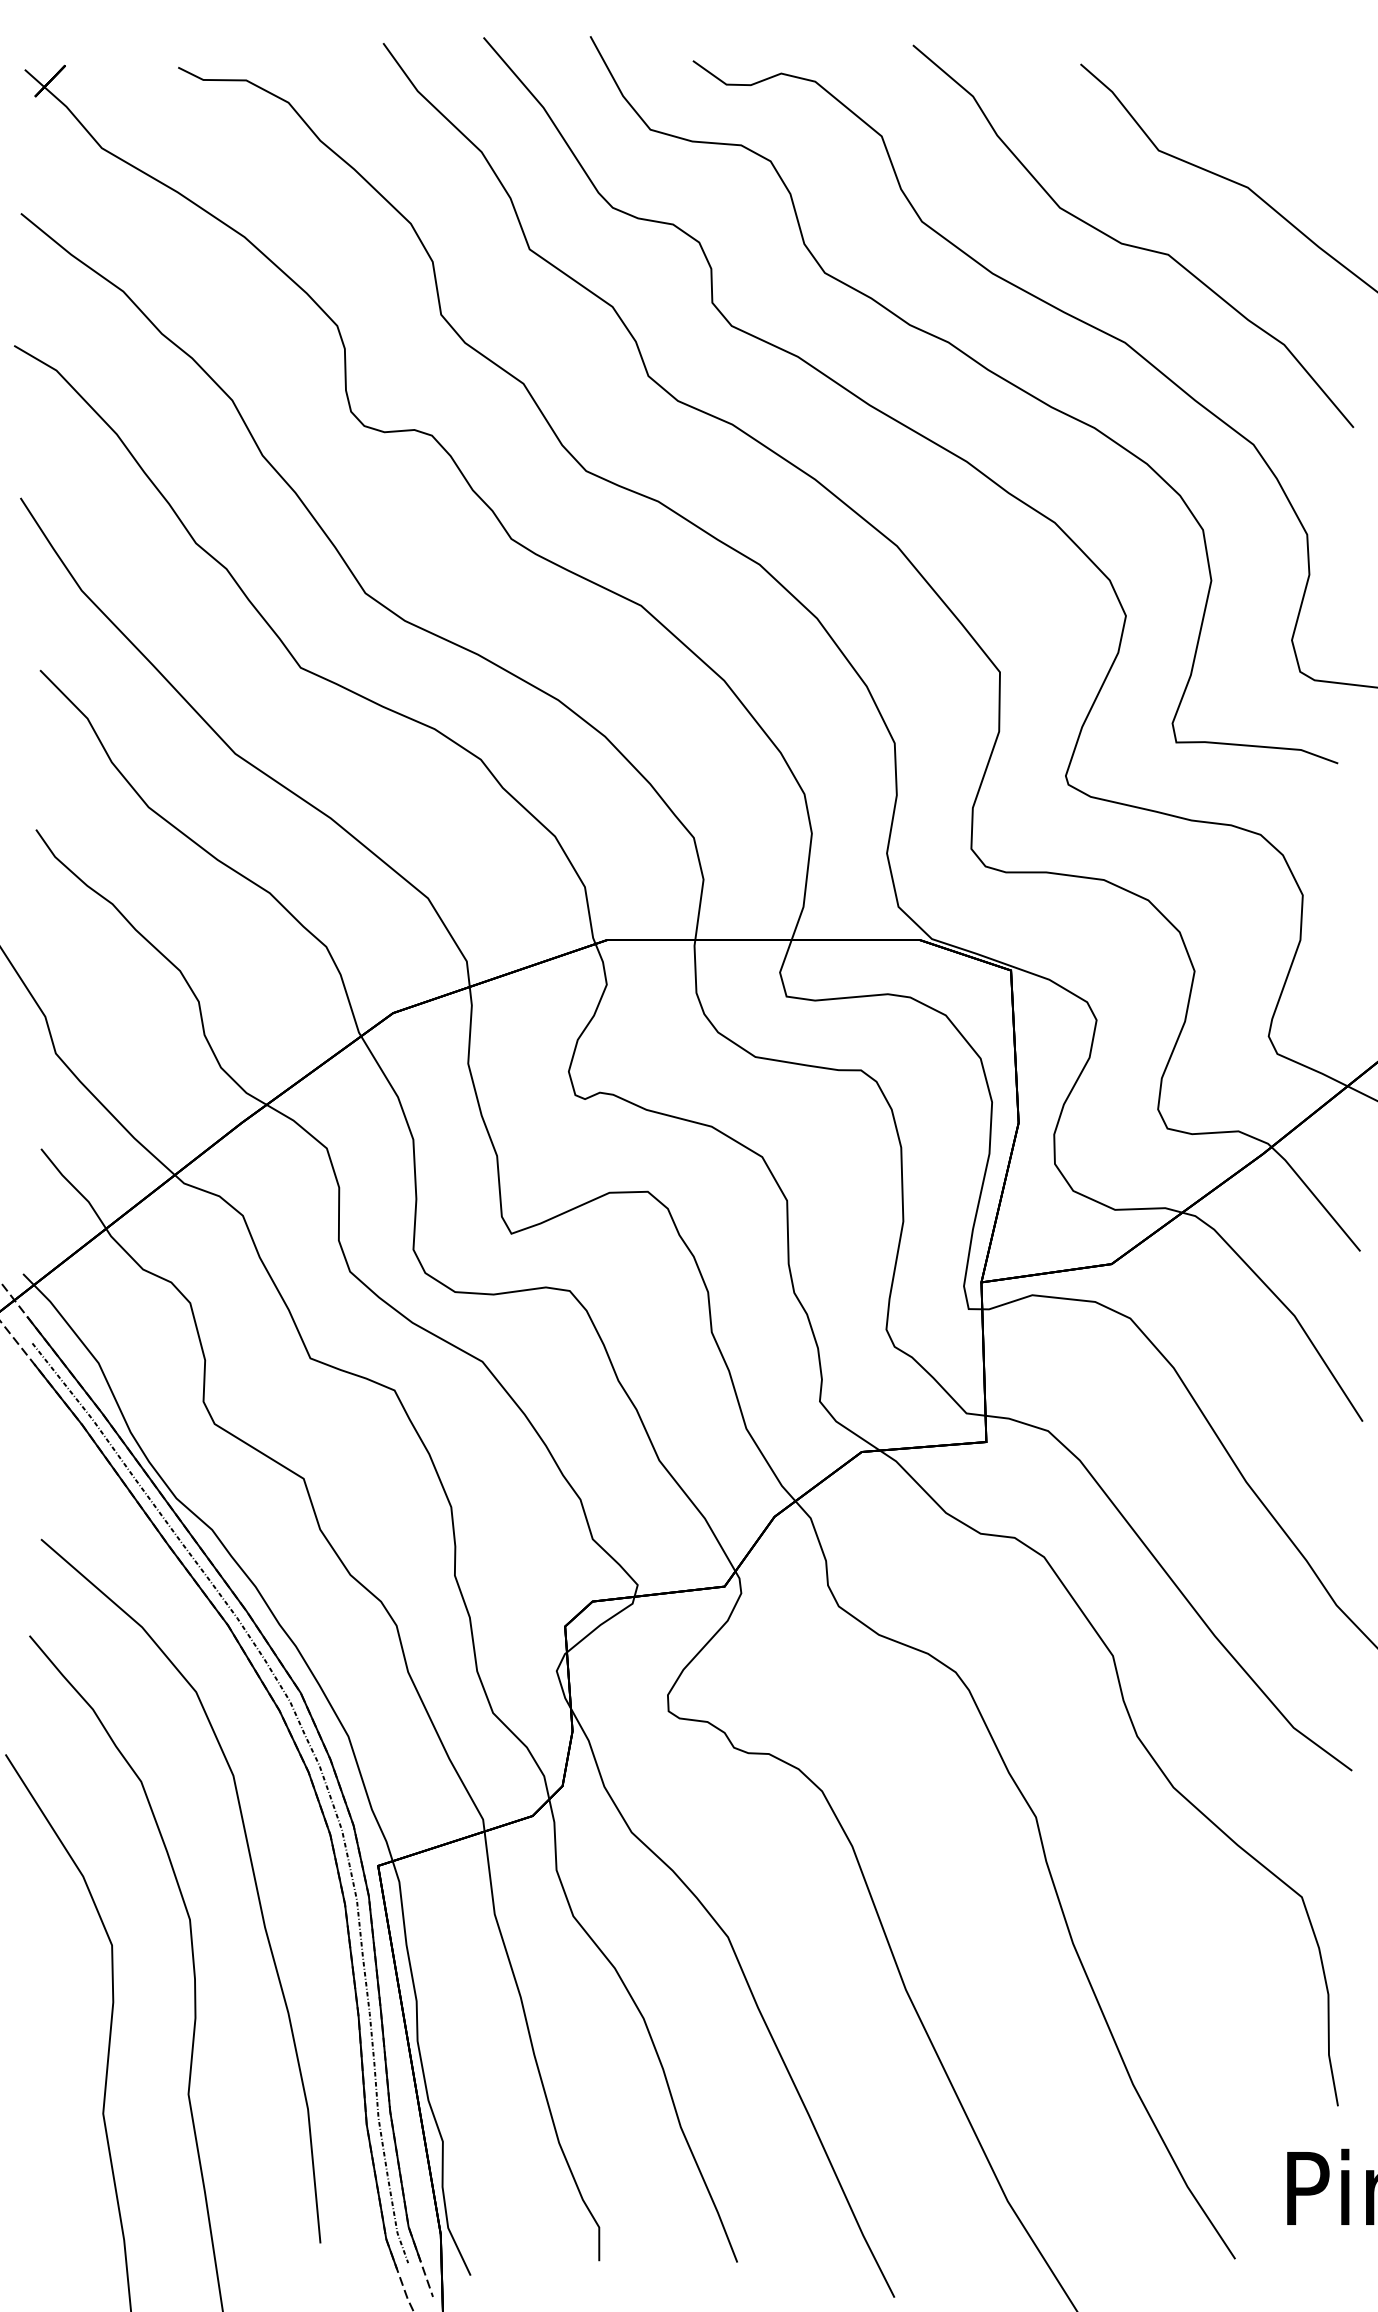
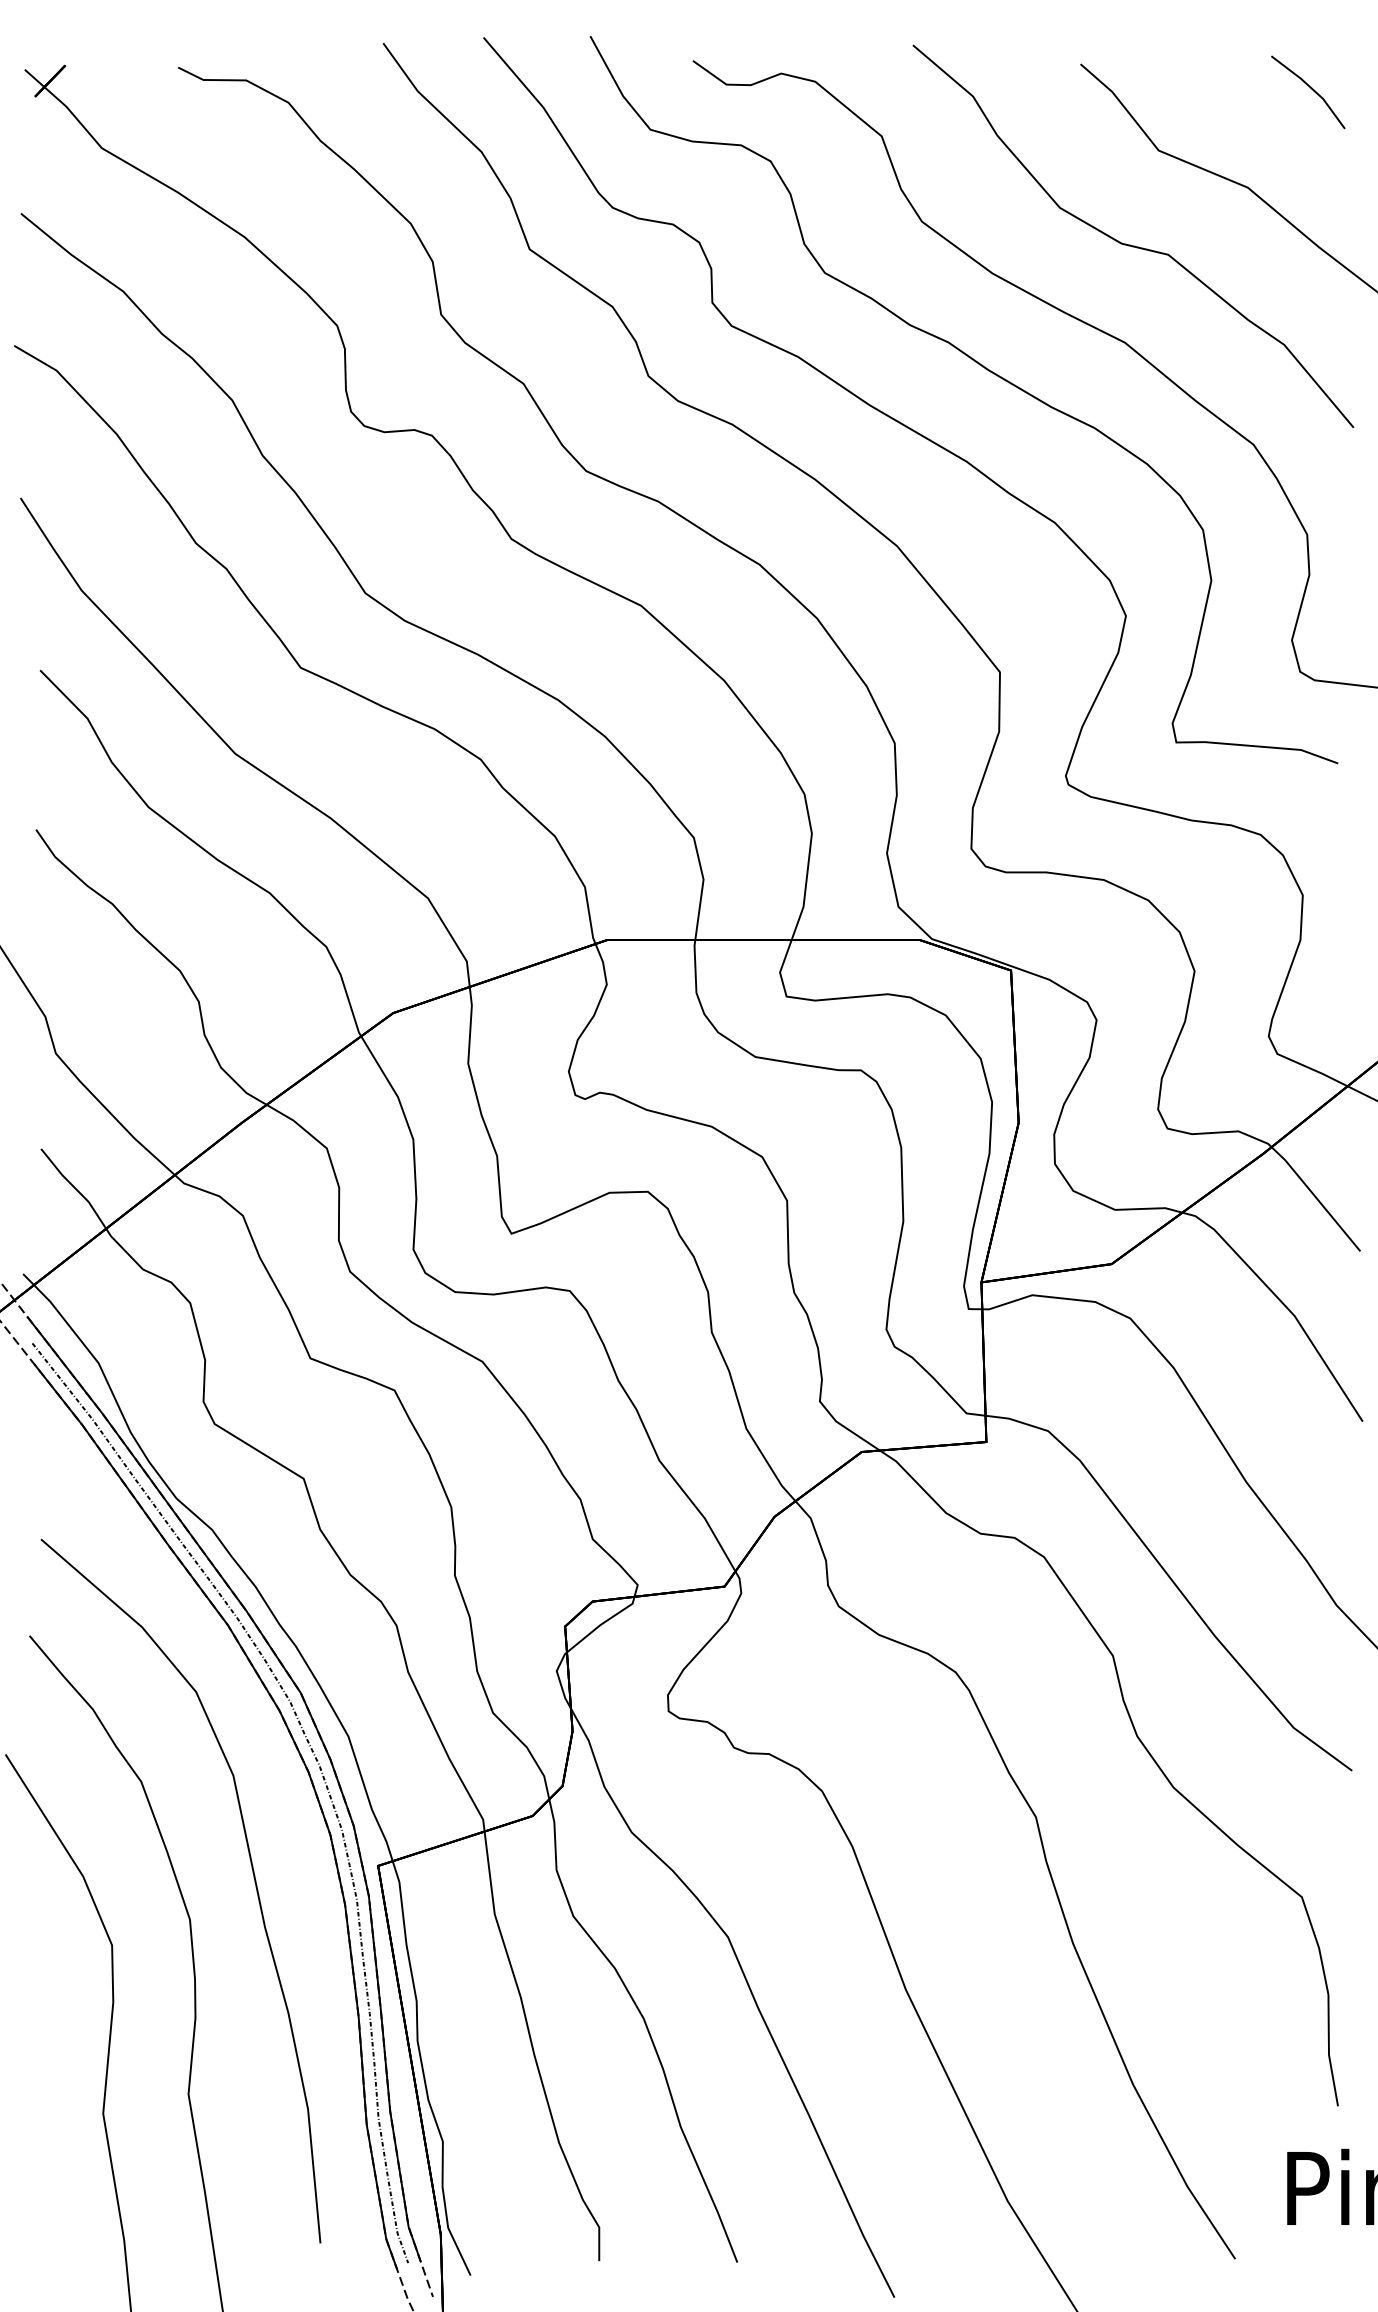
line at (1311, 89): none -> present
